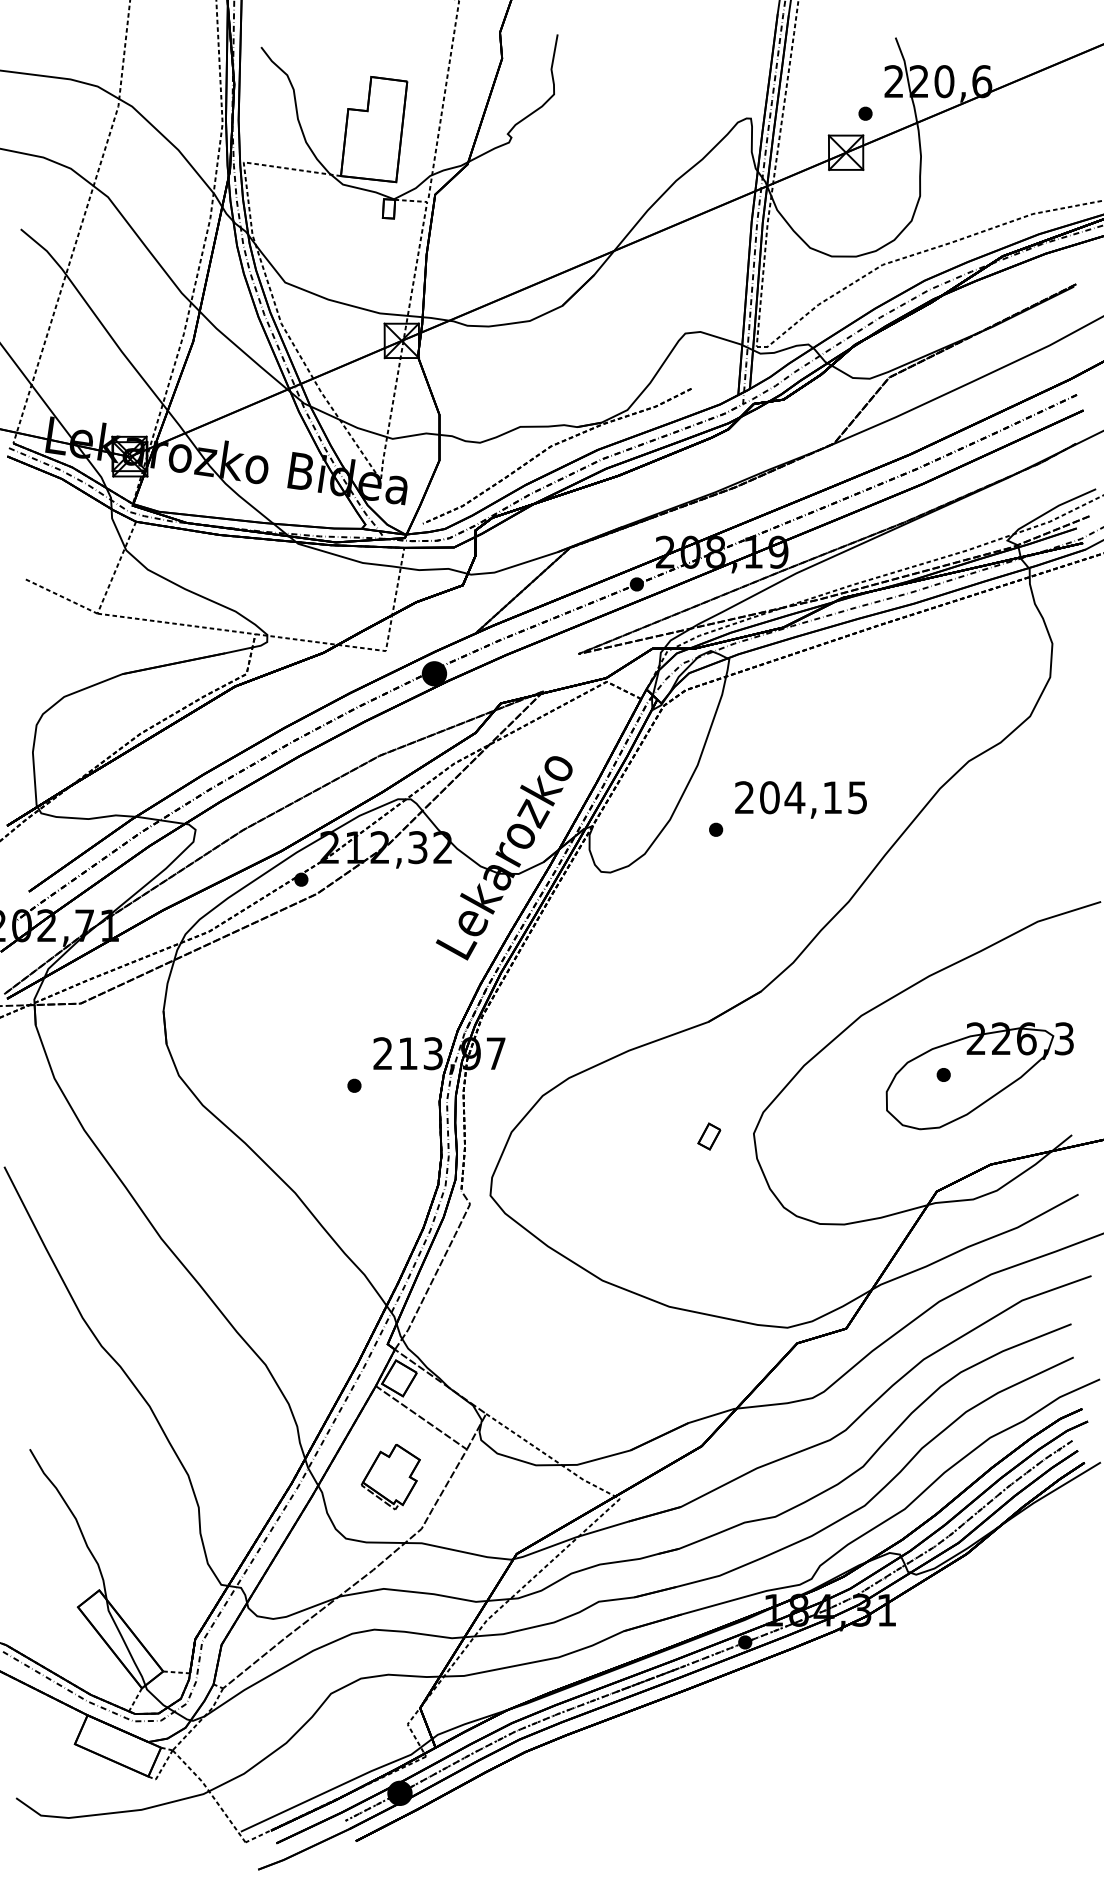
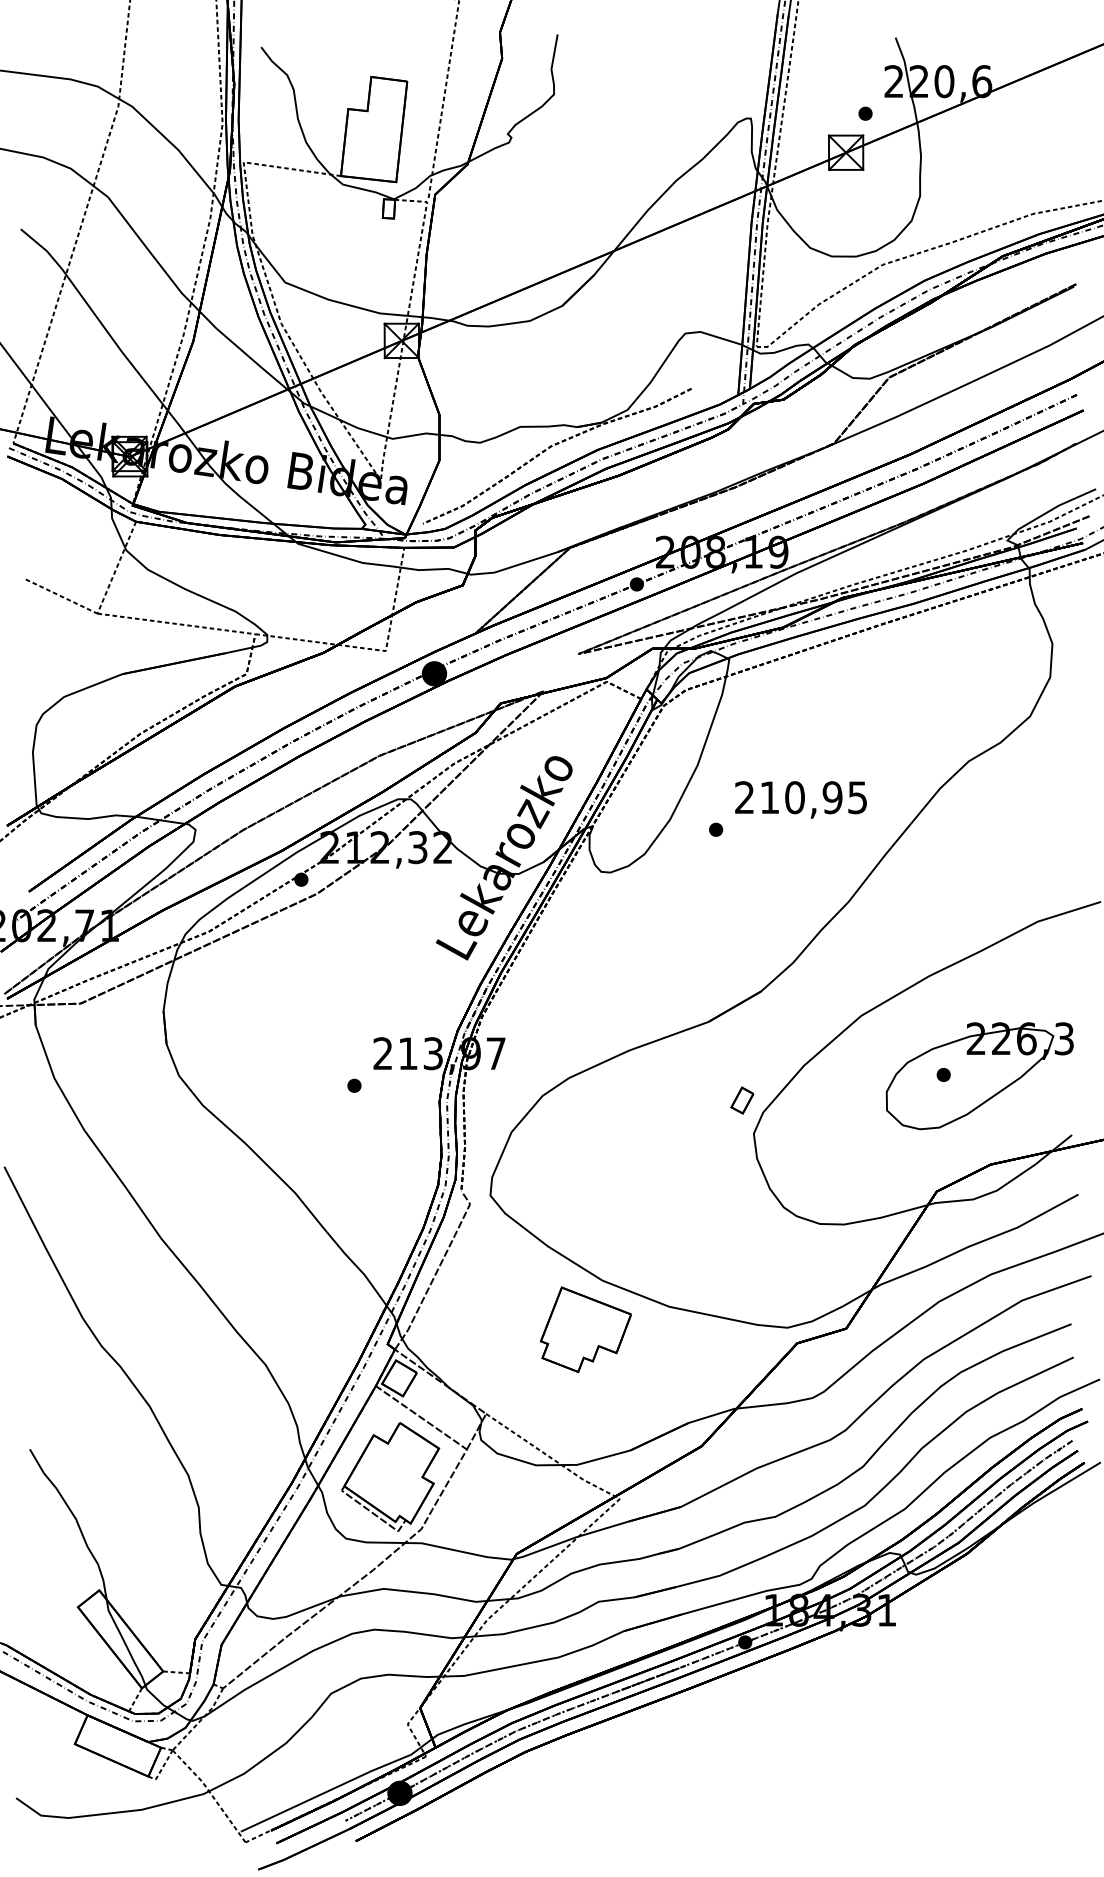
text at (801, 797): 204,15 -> 210,95
part at (709, 1136) position: (709, 1136) -> (742, 1100)
part at (585, 1329): none -> present
part at (390, 1477) size: 61x67 px -> 100x110 px
